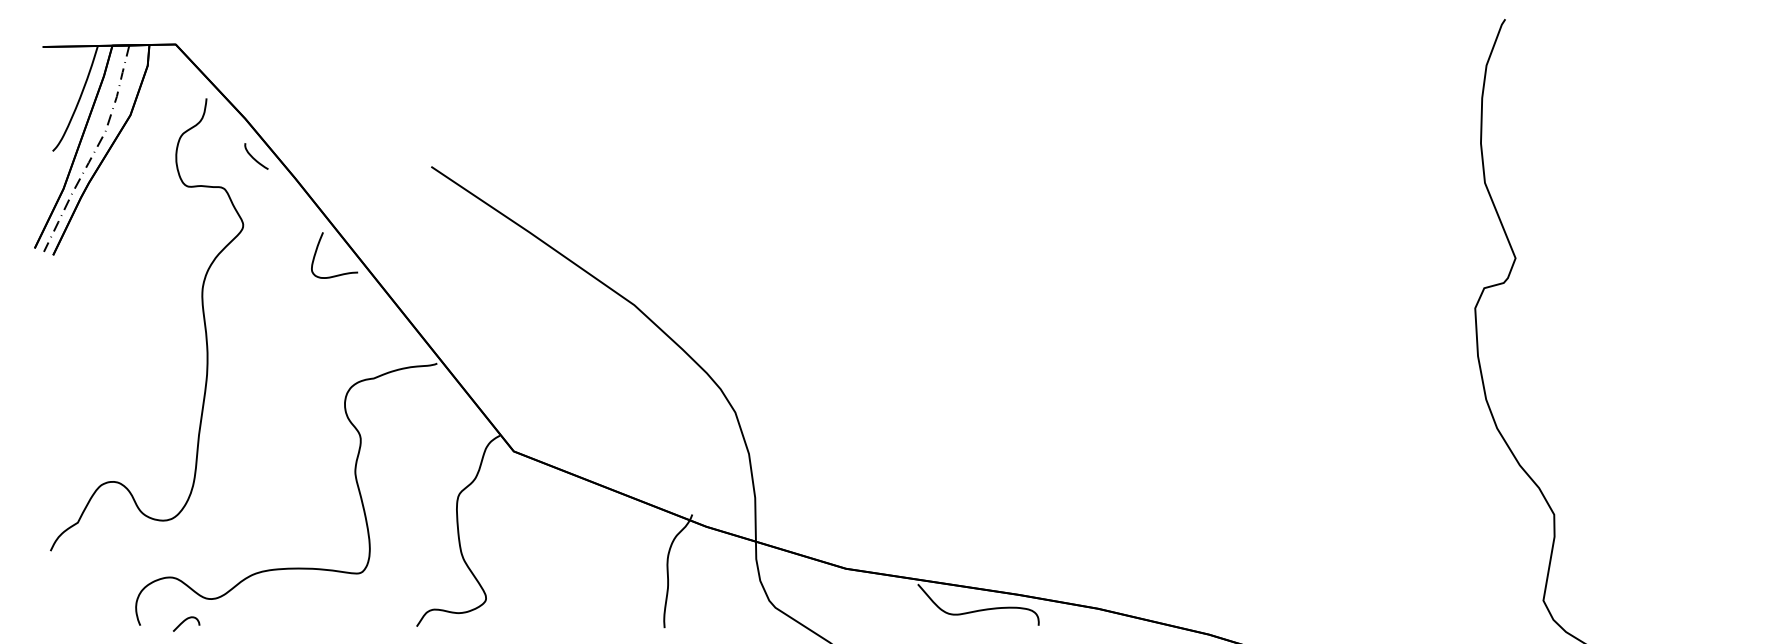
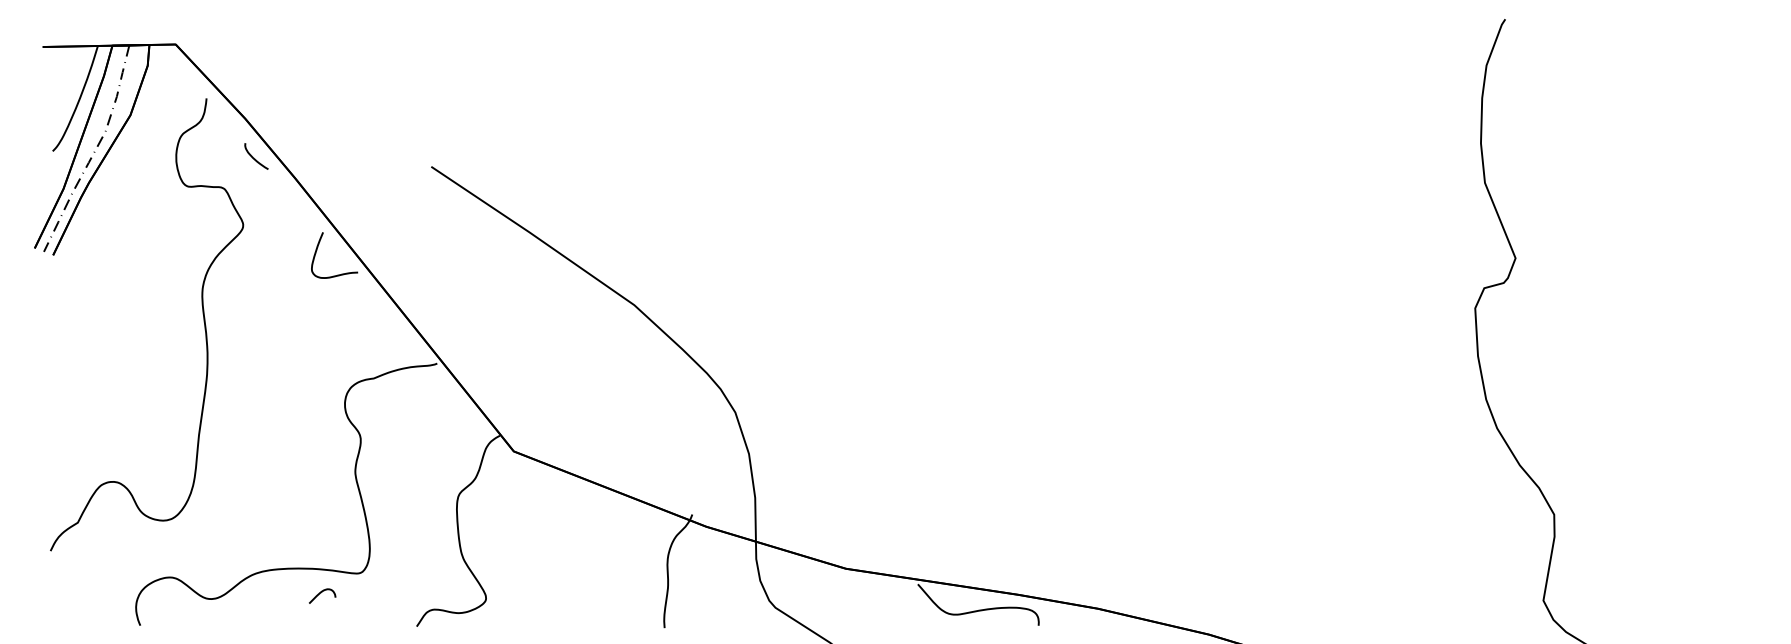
curve at (185, 621) position: (185, 621) -> (321, 593)
